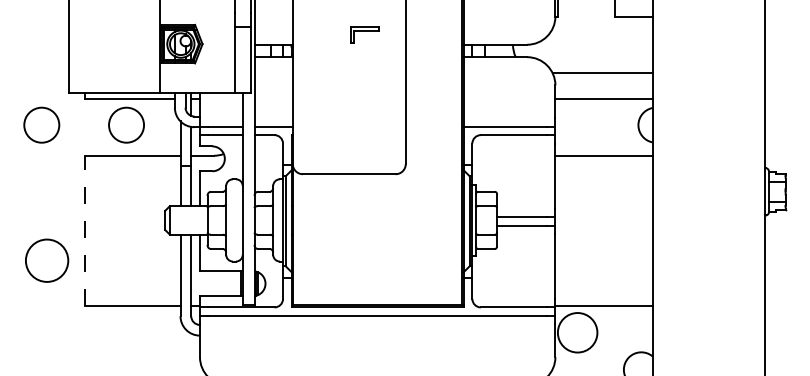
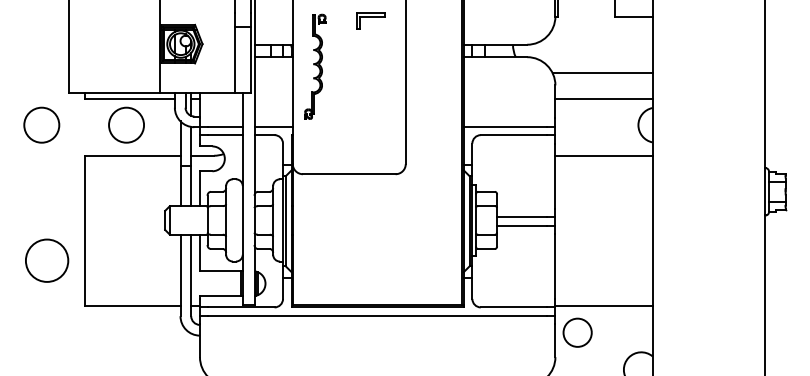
part at (364, 34) position: (364, 34) -> (370, 20)
part at (315, 66): none -> present
line at (85, 230): dashed -> solid
circle at (577, 332) diameter: 40 px -> 28 px
